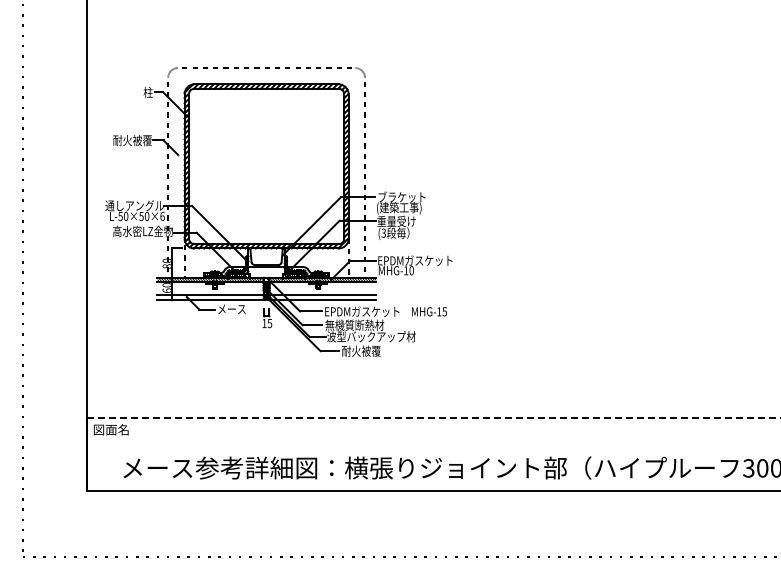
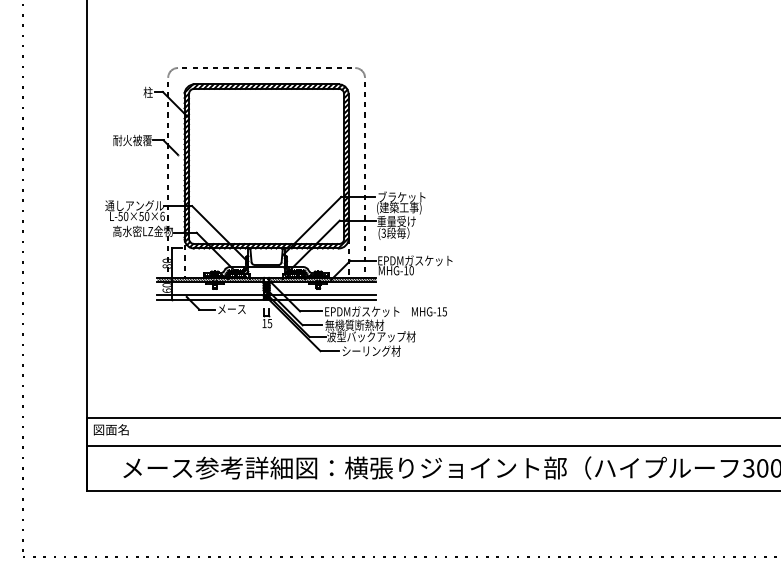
text at (371, 350): 耐火被覆 -> シーリング材
line at (434, 418): dashed -> solid
line at (432, 445): none -> present
